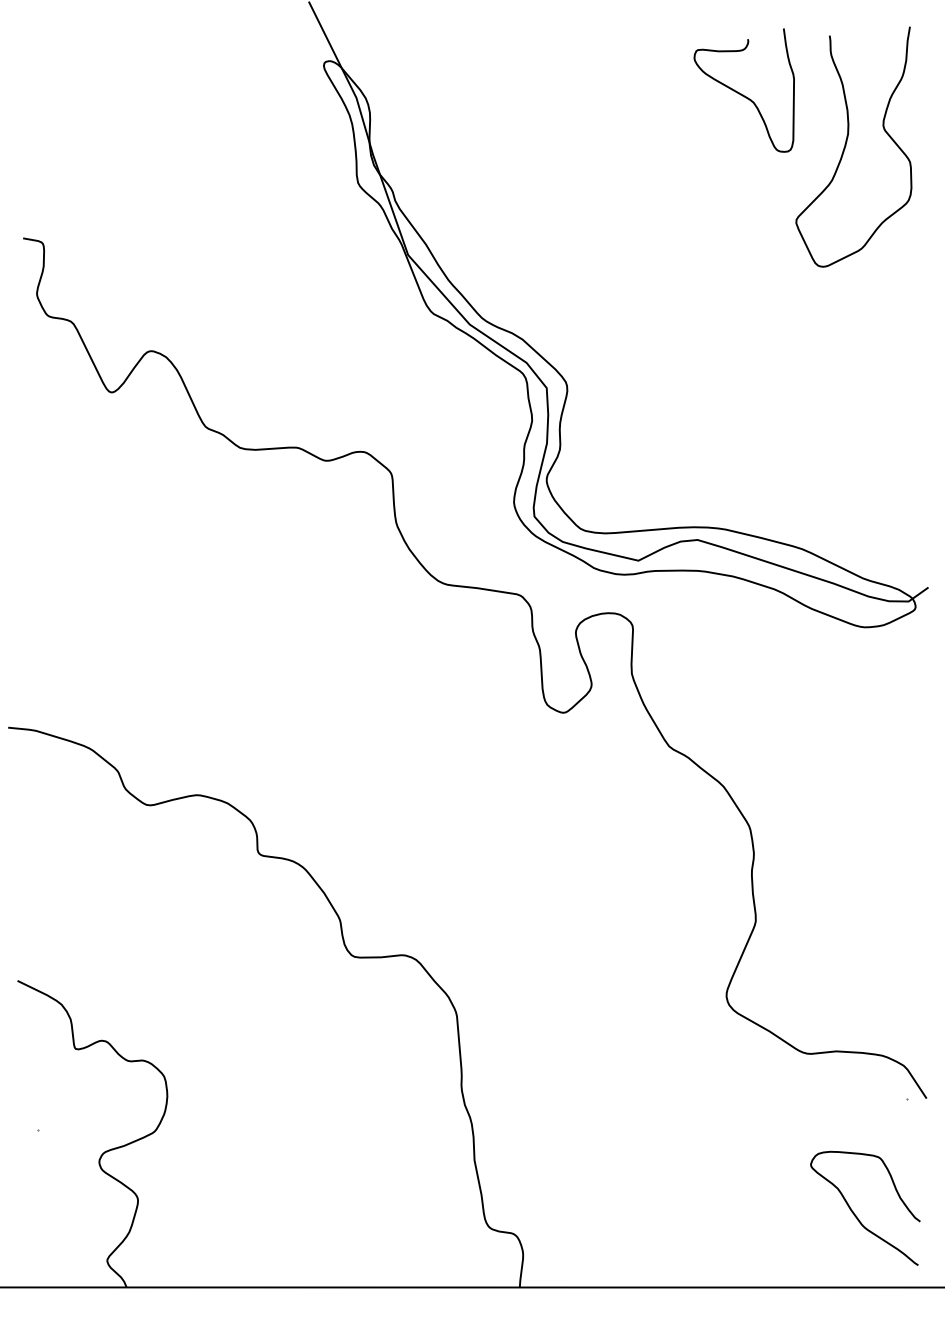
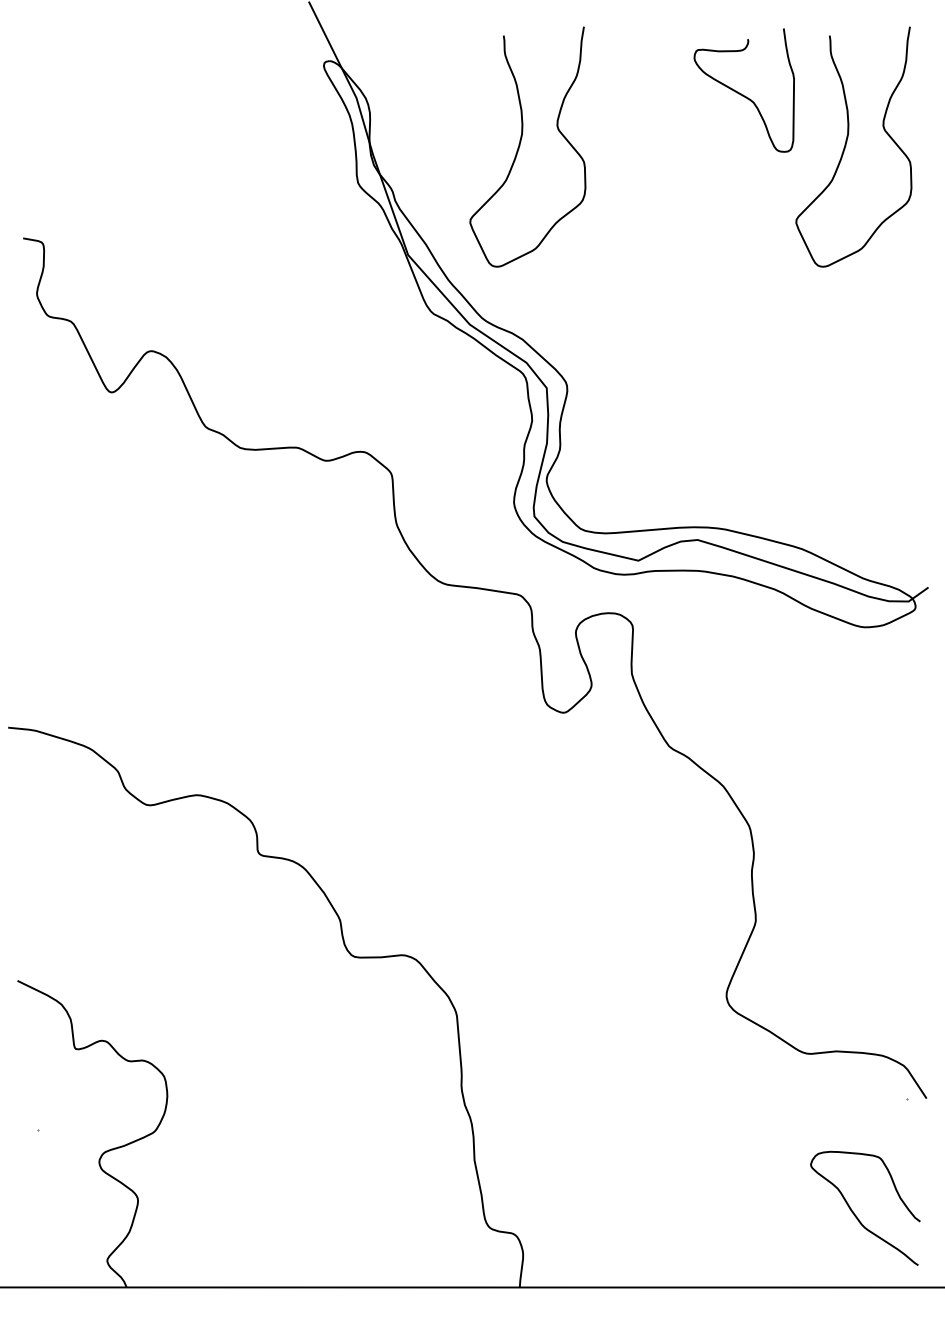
curve at (520, 146): none -> present
